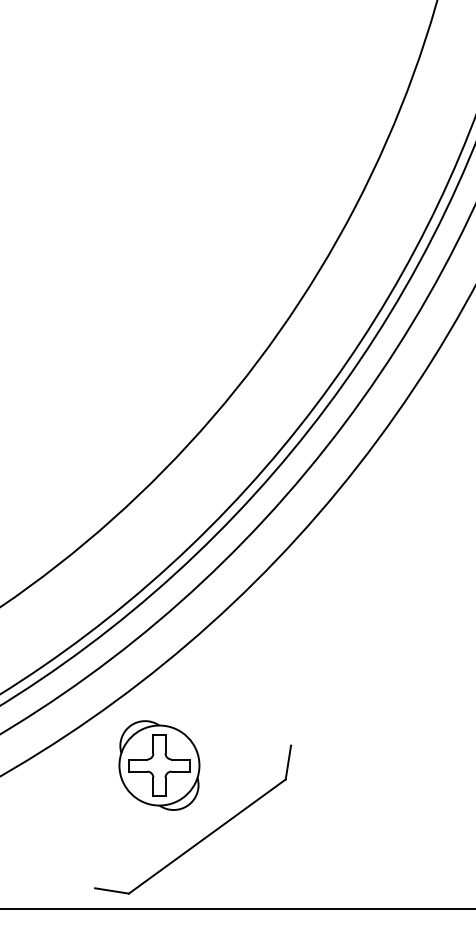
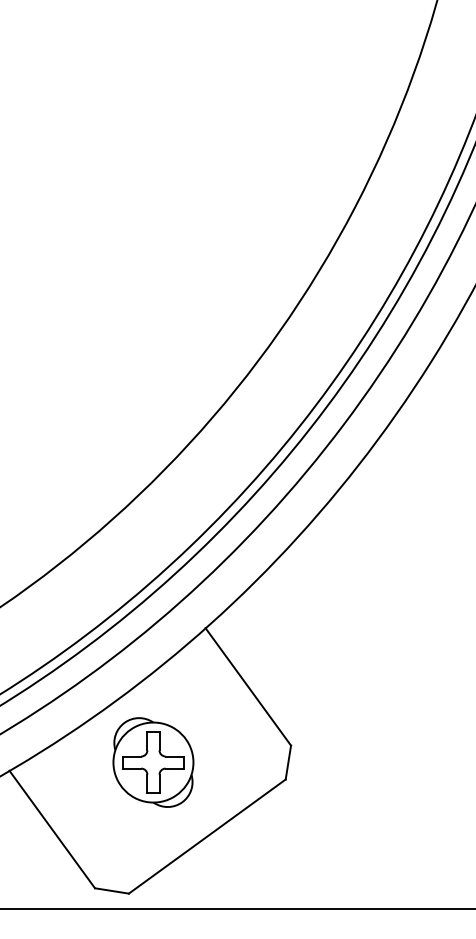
line at (248, 686): none -> present
part at (159, 765) position: (159, 765) -> (153, 762)
line at (52, 829): none -> present
